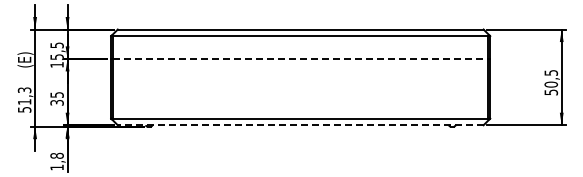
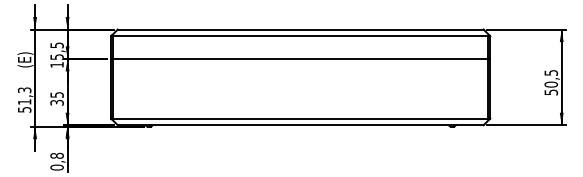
line at (300, 58): dashed -> solid
line at (300, 125): dashed -> solid
text at (56, 167): 1,8 -> 0,8
